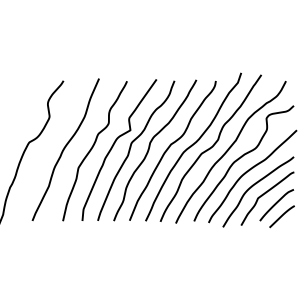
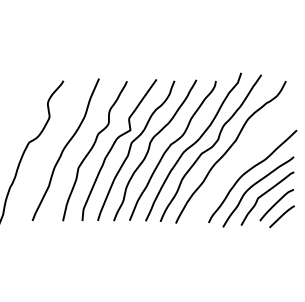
curve at (239, 159): present -> none
